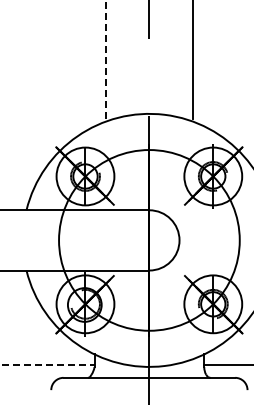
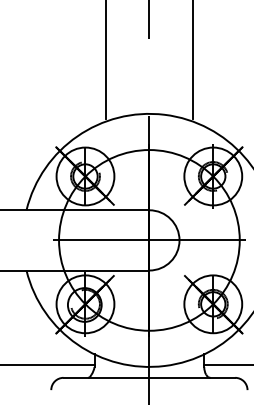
line at (106, 60): dashed -> solid
line at (149, 240): none -> present
line at (47, 365): dashed -> solid
